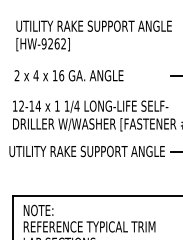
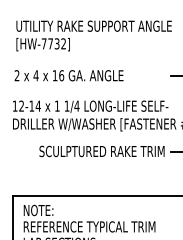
text at (50, 43): [HW-9262] -> [HW-7732]
text at (86, 151): UTILITY RAKE SUPPORT ANGLE -> SCULPTURED RAKE TRIM
